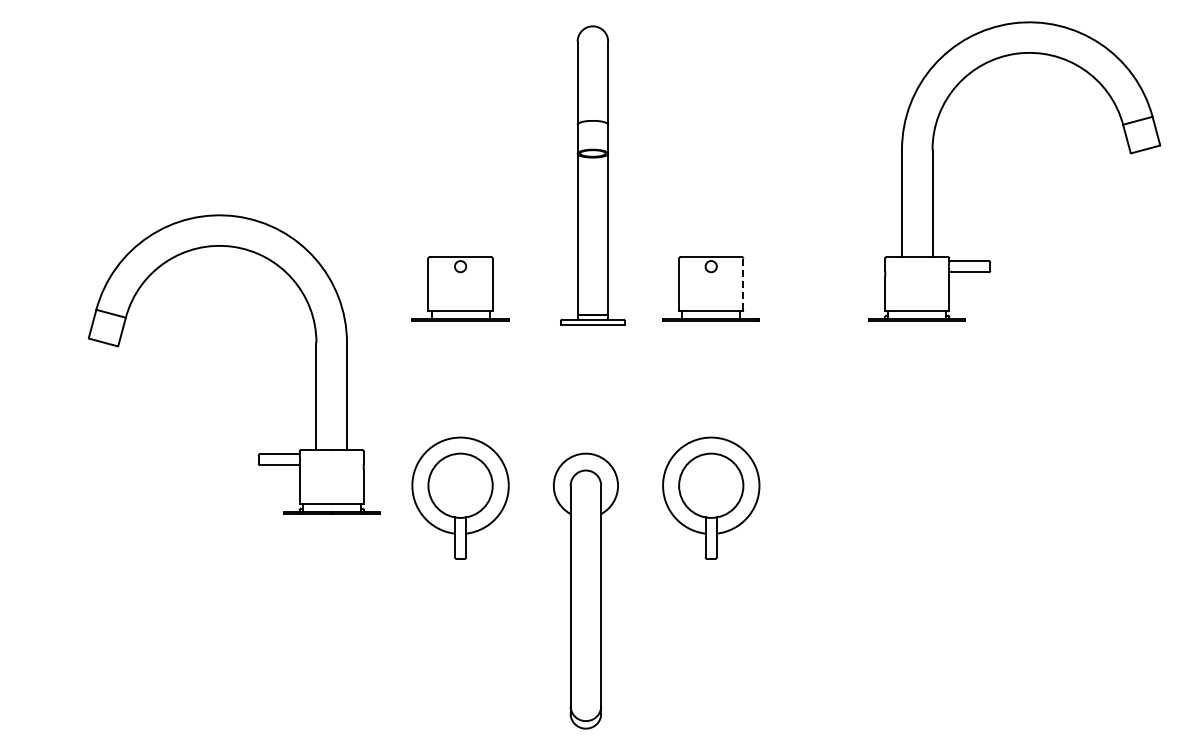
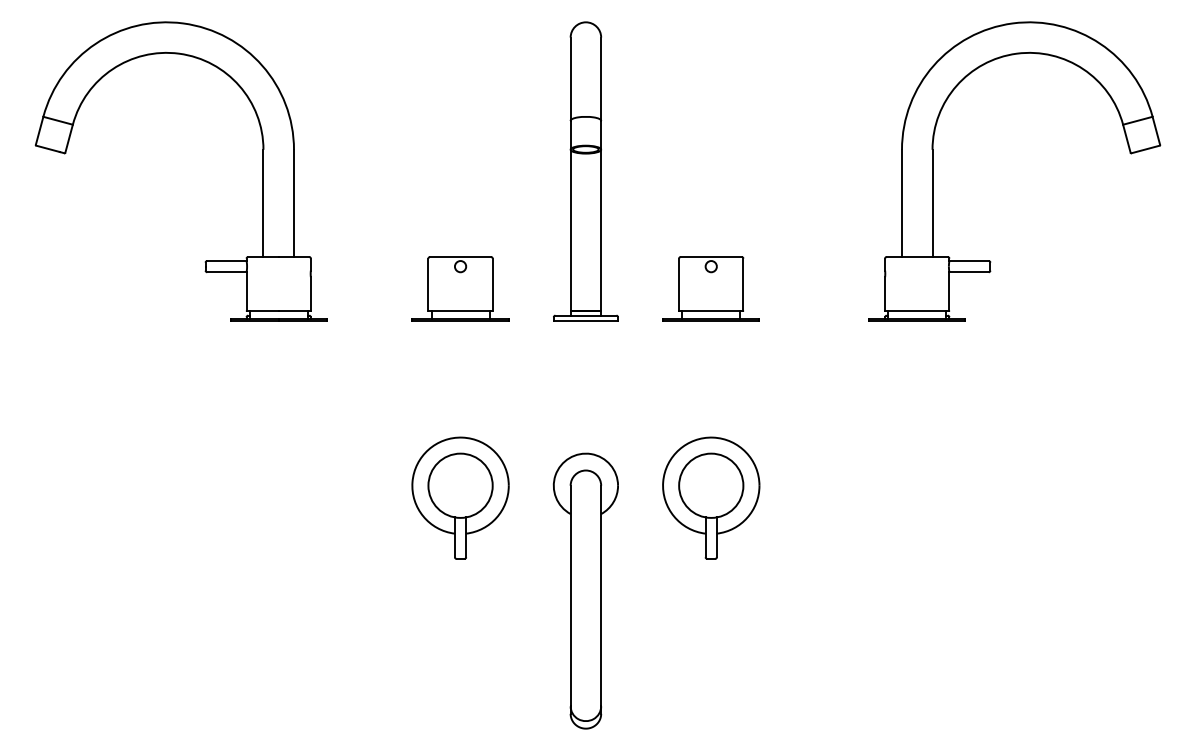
part at (592, 175) position: (592, 175) -> (585, 171)
line at (743, 284): dashed -> solid
part at (315, 364) position: (315, 364) -> (262, 171)
